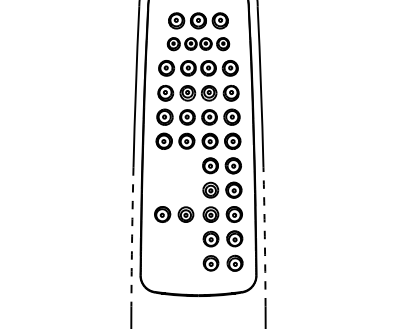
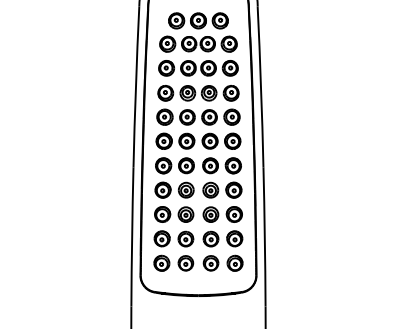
part at (198, 44) size: 65x15 px -> 79x18 px
part at (169, 172): none -> present
arc at (132, 236): dashed -> solid
arc at (264, 236): dashed -> solid
part at (168, 244): none -> present
